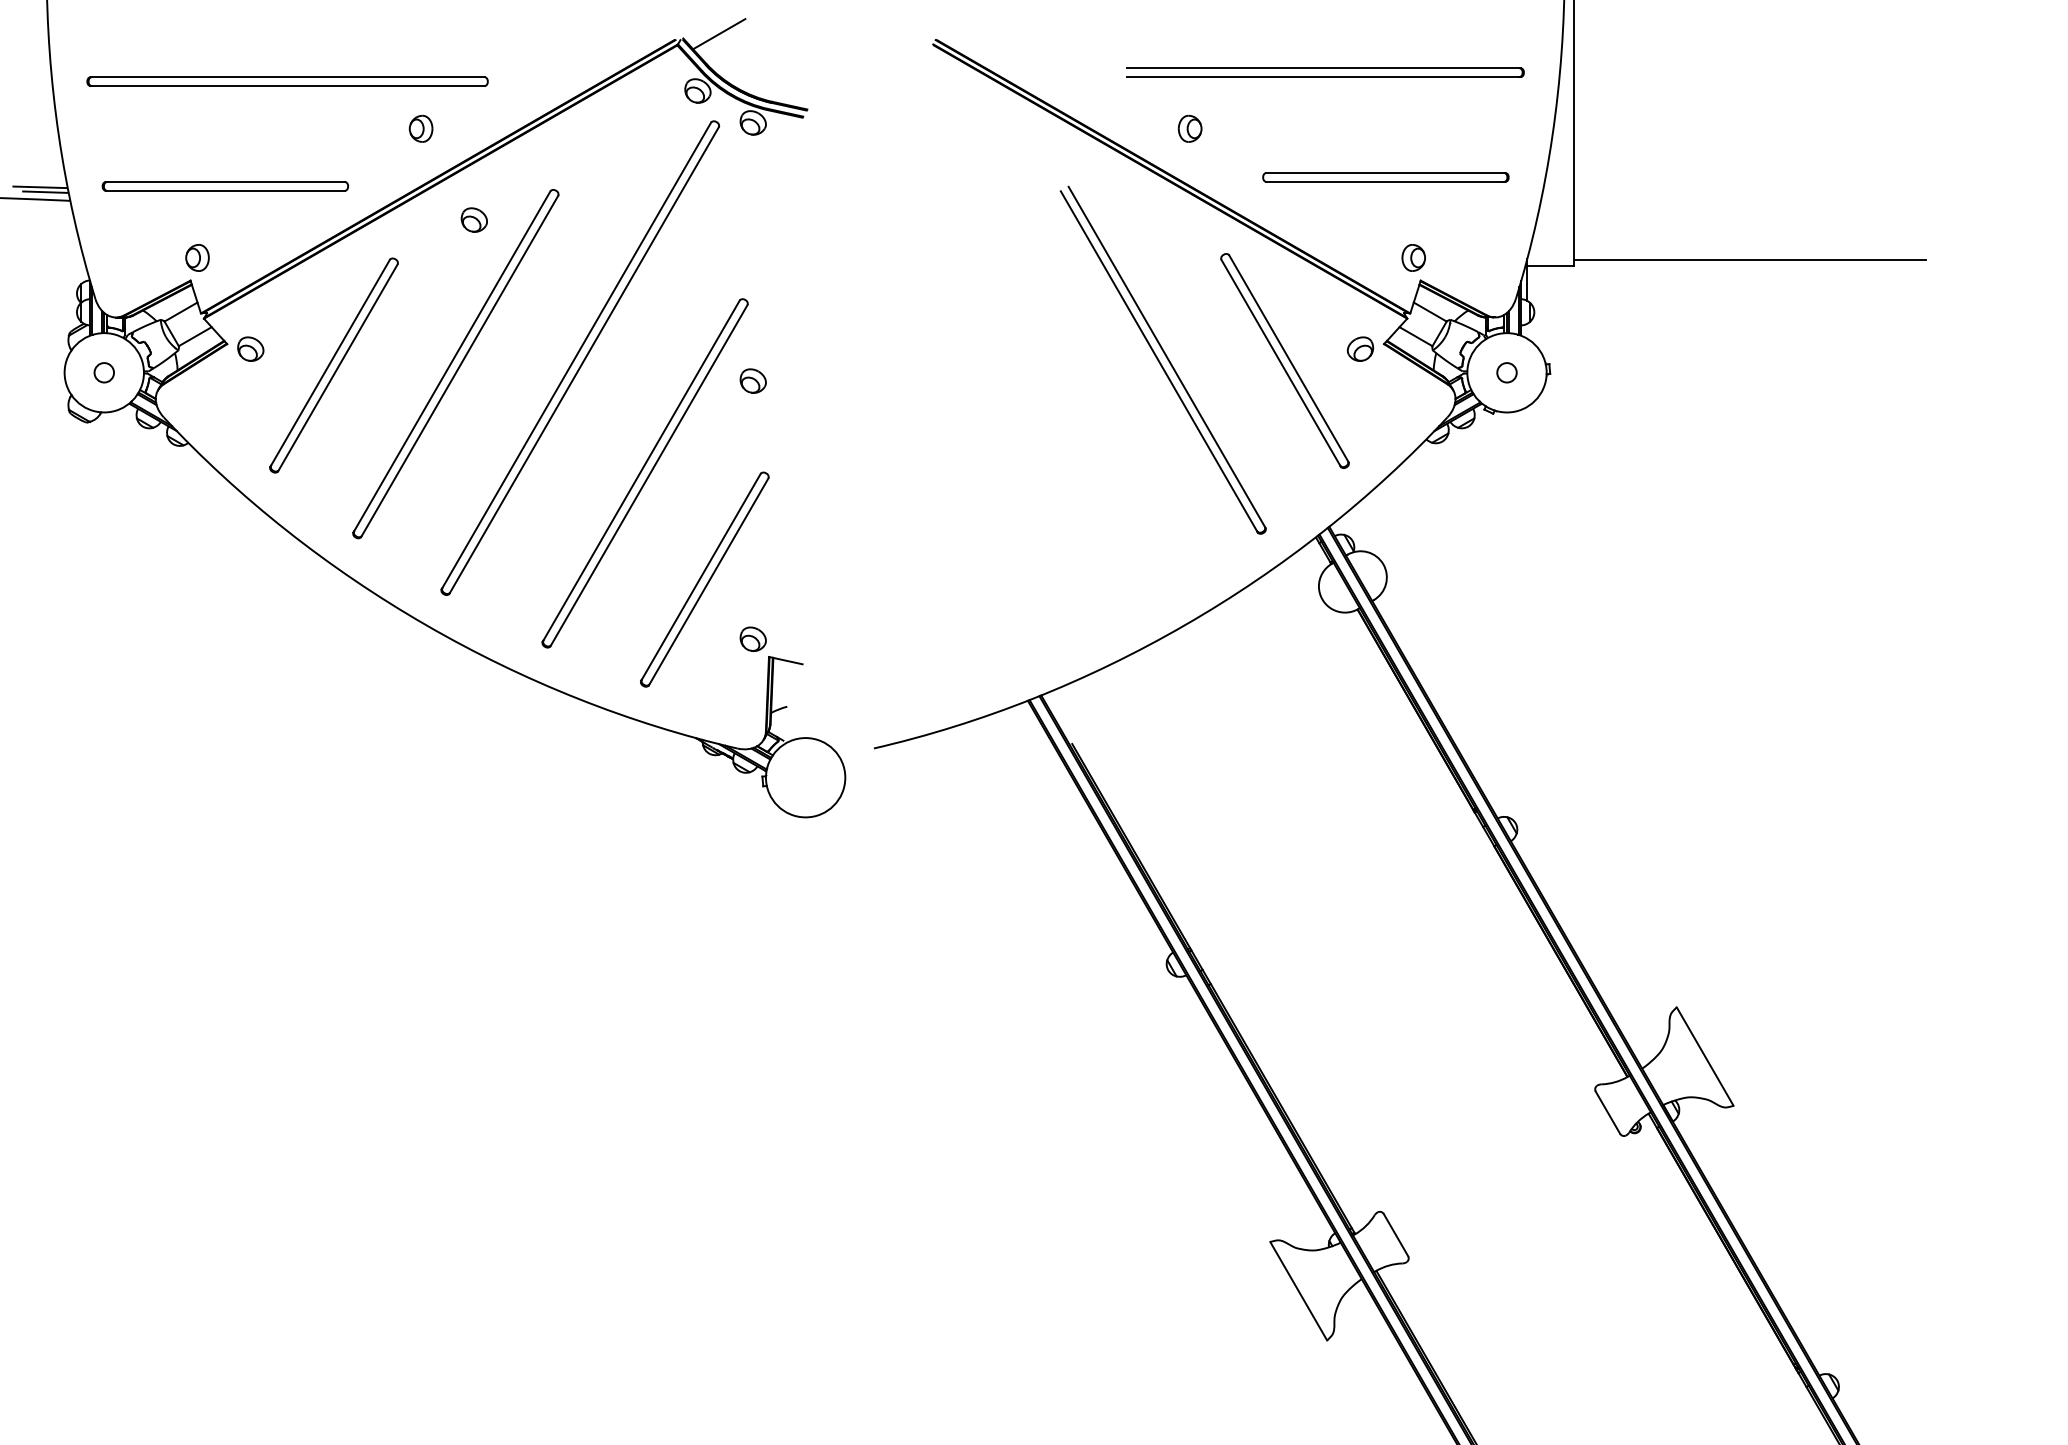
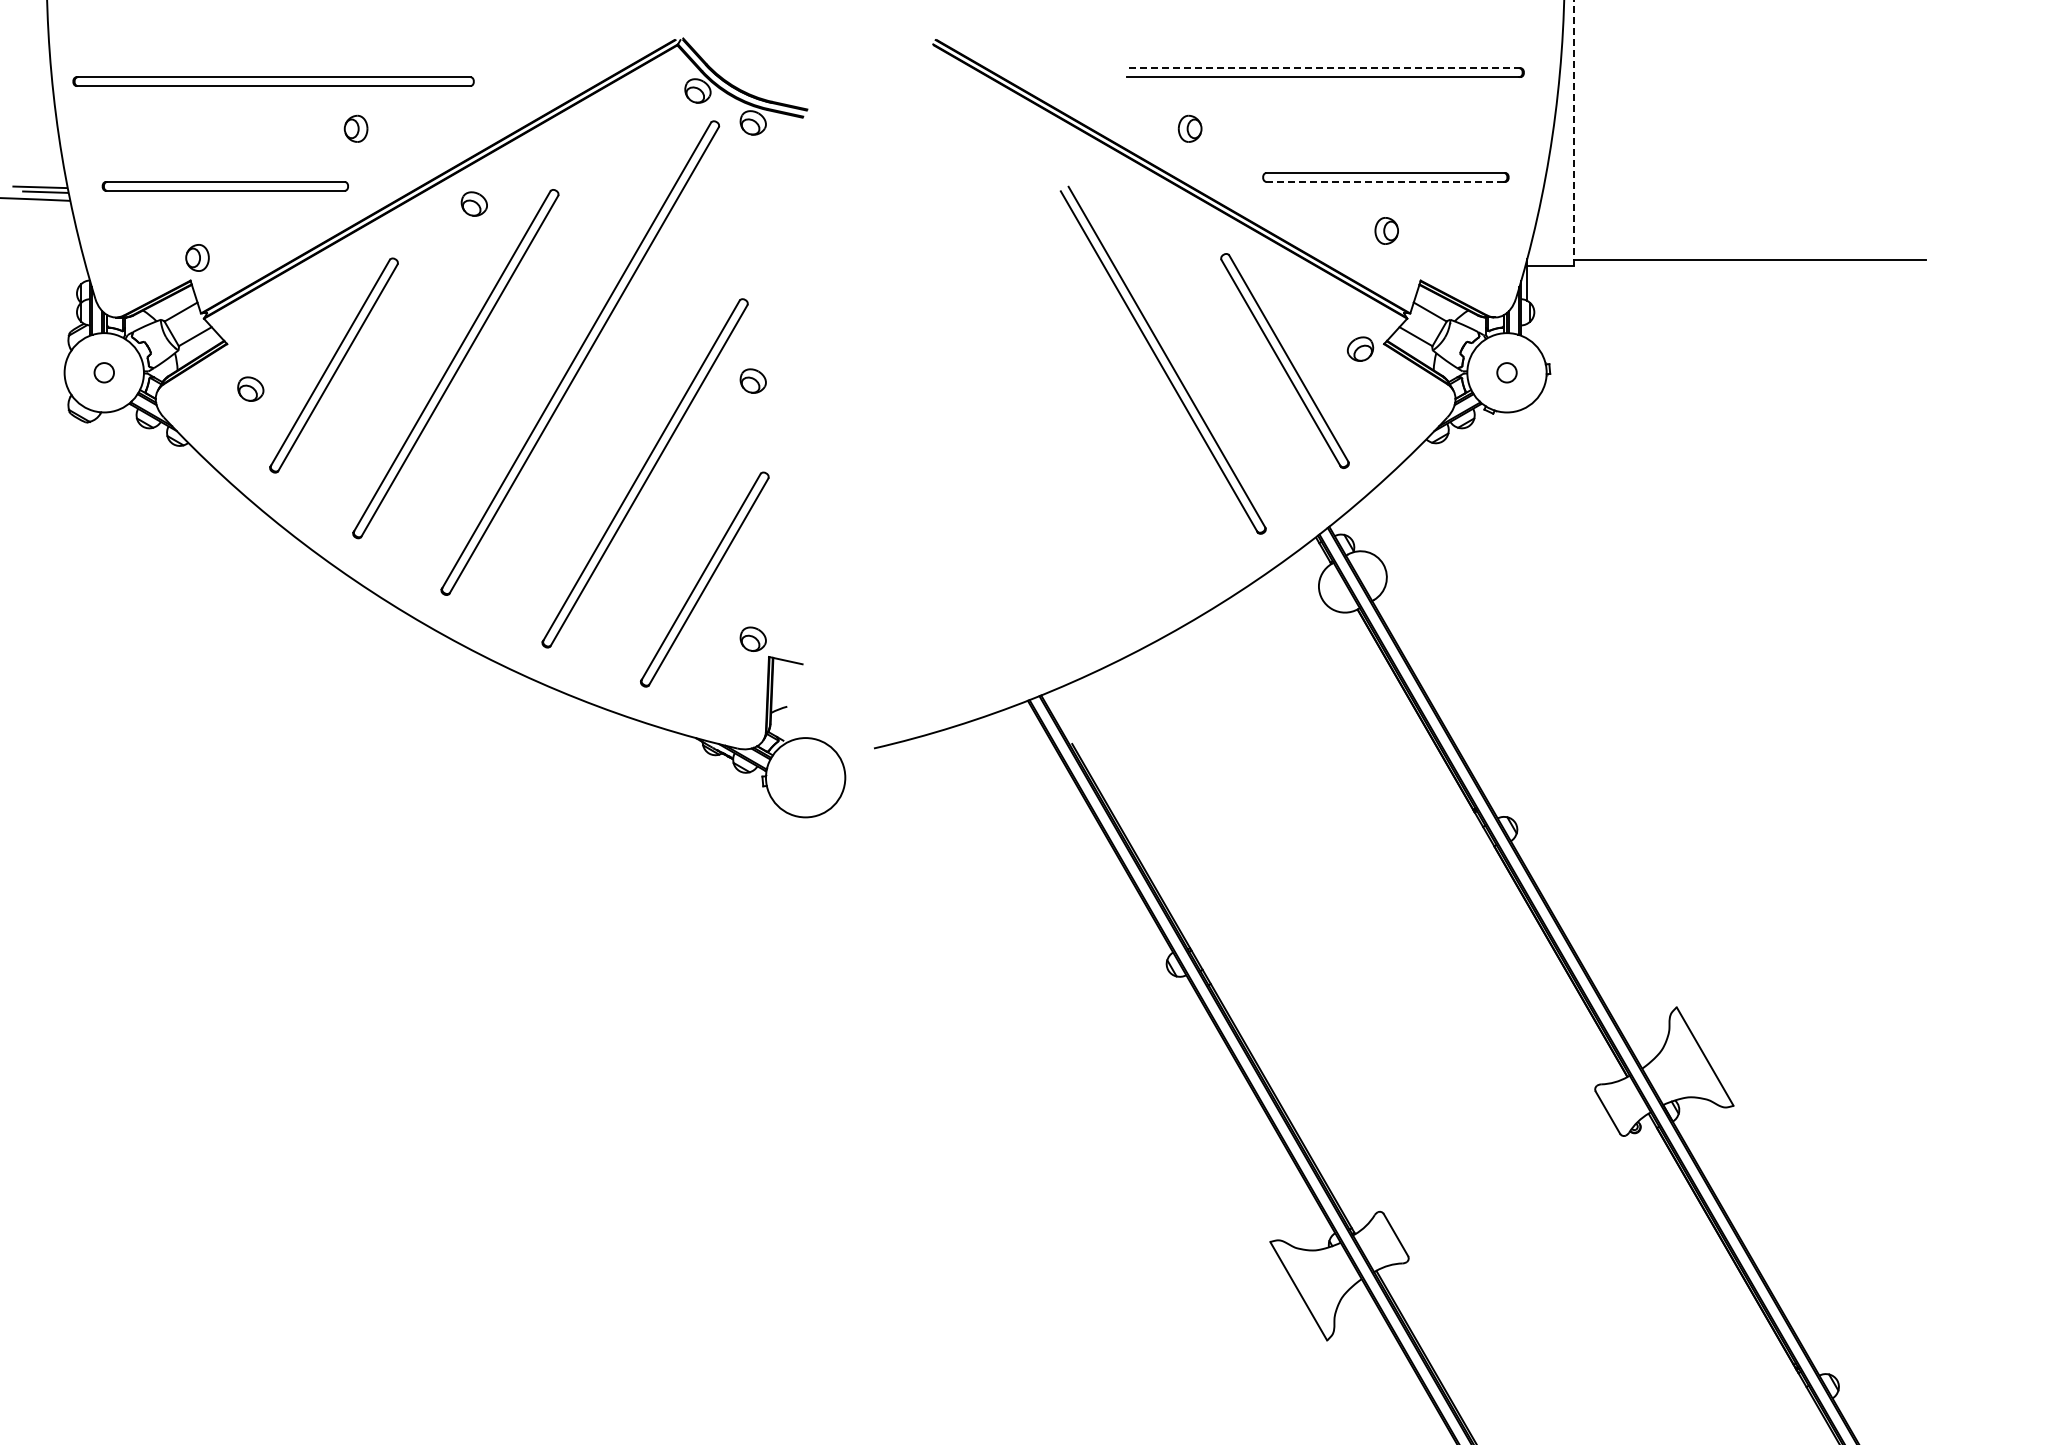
line at (719, 34): present -> none
line at (1323, 68): solid -> dashed
part at (287, 81) position: (287, 81) -> (273, 81)
part at (420, 128) position: (420, 128) -> (355, 128)
line at (1573, 132): solid -> dashed
line at (1386, 181): solid -> dashed
part at (473, 219) position: (473, 219) -> (473, 203)
part at (1413, 257) position: (1413, 257) -> (1386, 230)
part at (250, 348) position: (250, 348) -> (250, 388)
